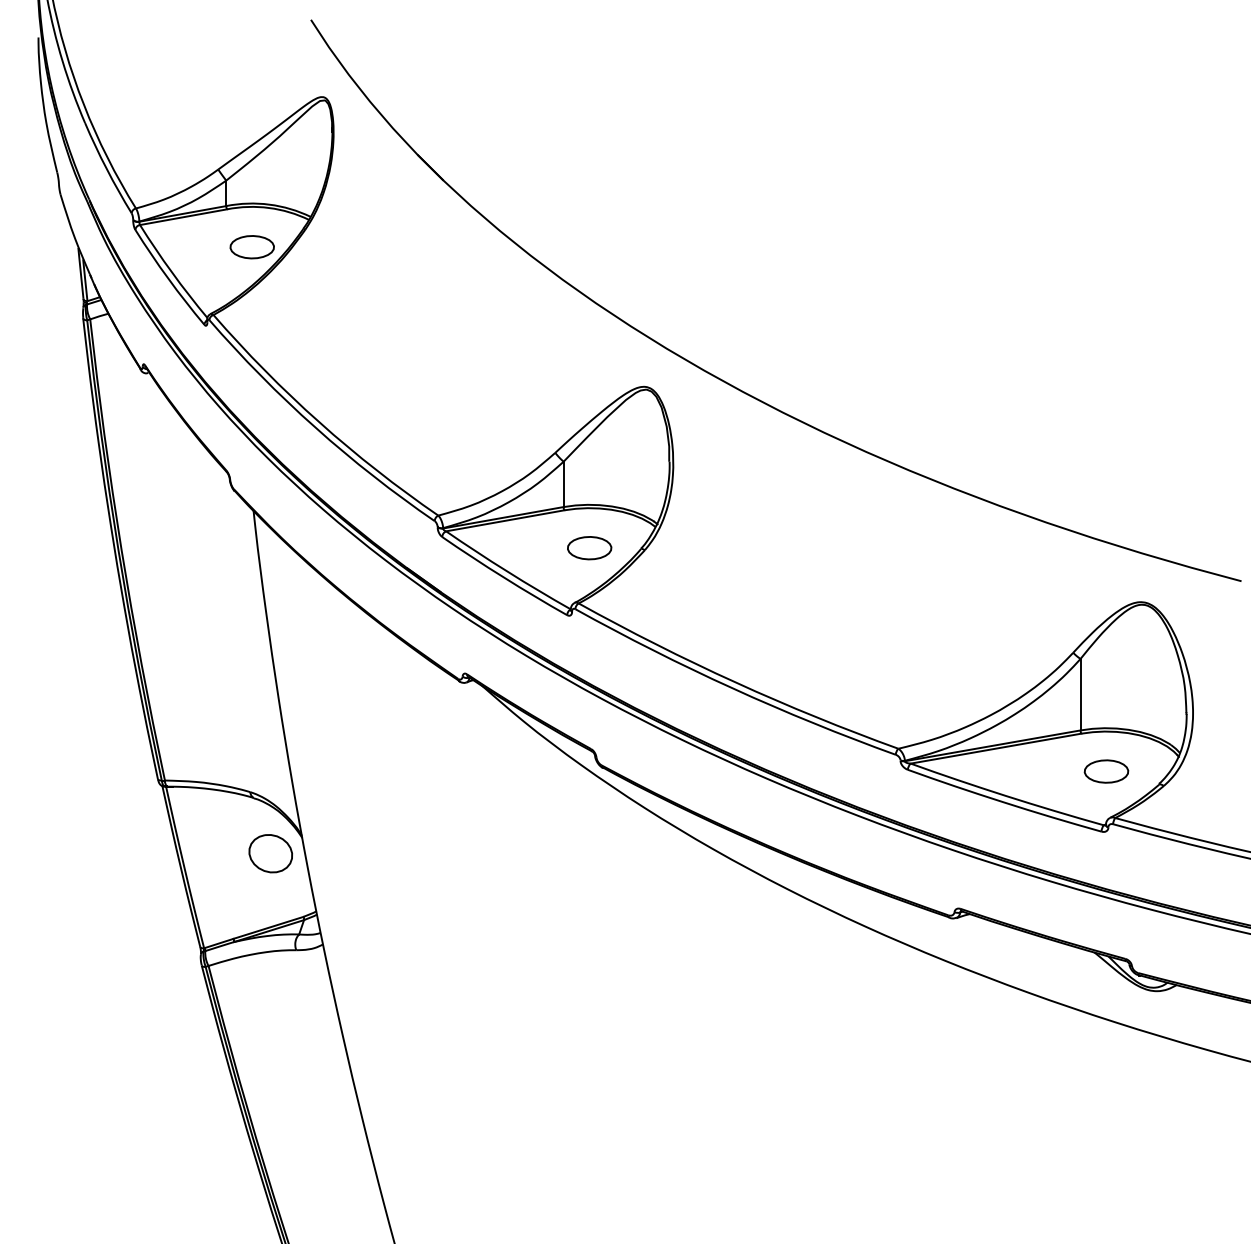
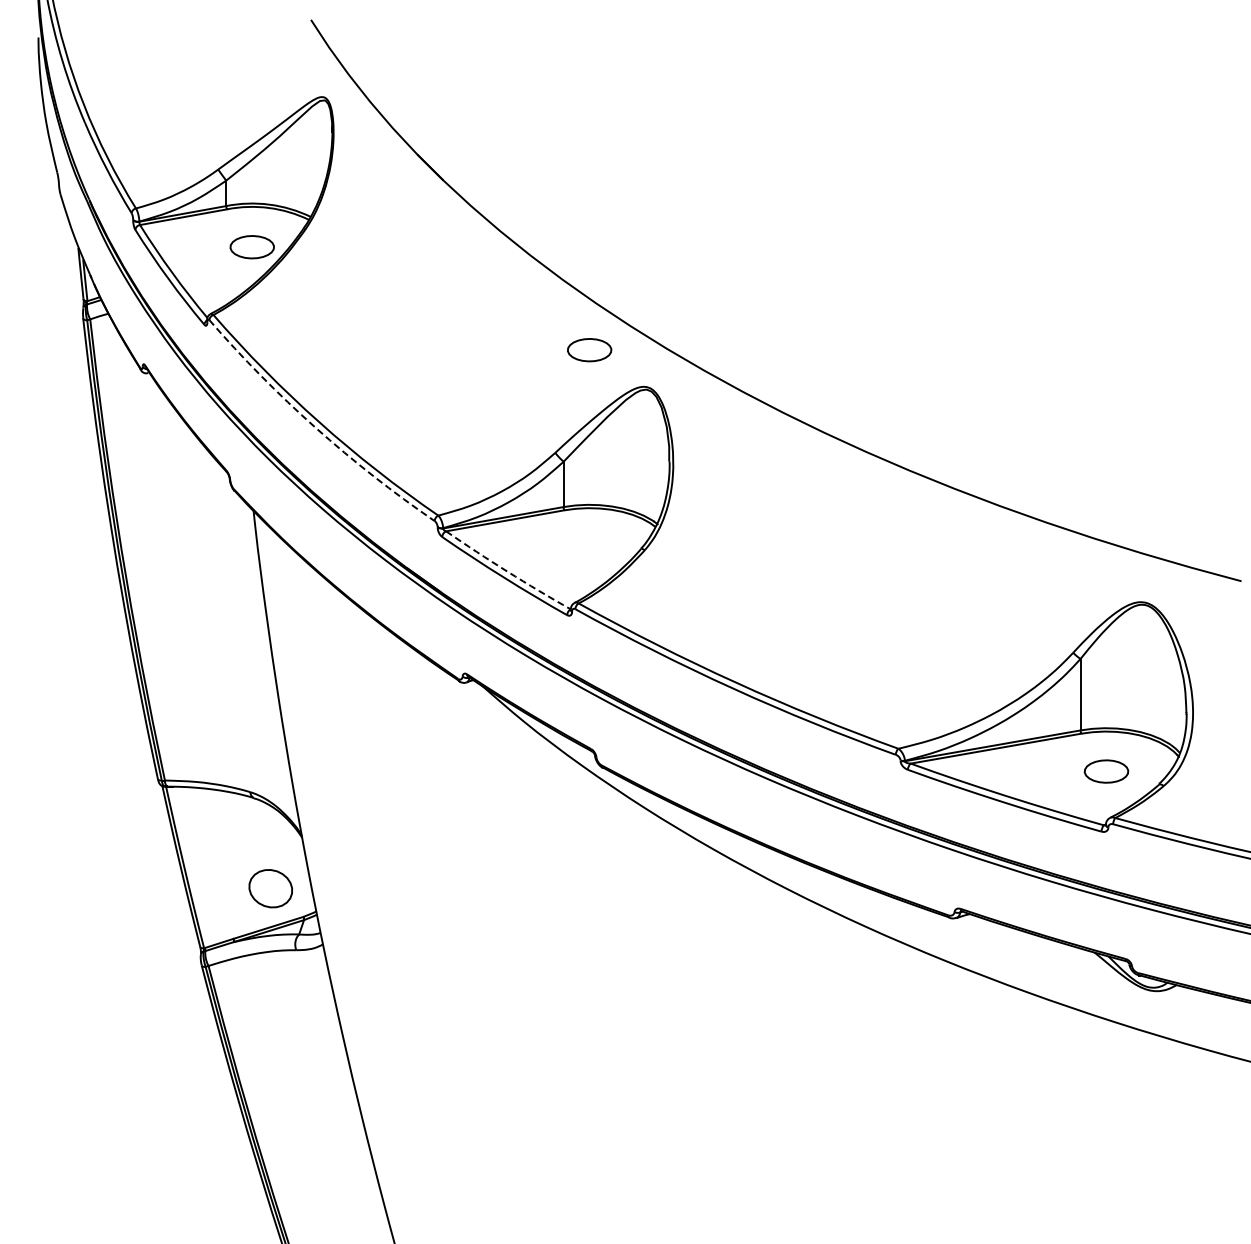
arc at (315, 427): solid -> dashed
part at (589, 548) position: (589, 548) -> (589, 350)
arc at (507, 571): solid -> dashed
part at (270, 853) position: (270, 853) -> (270, 888)
